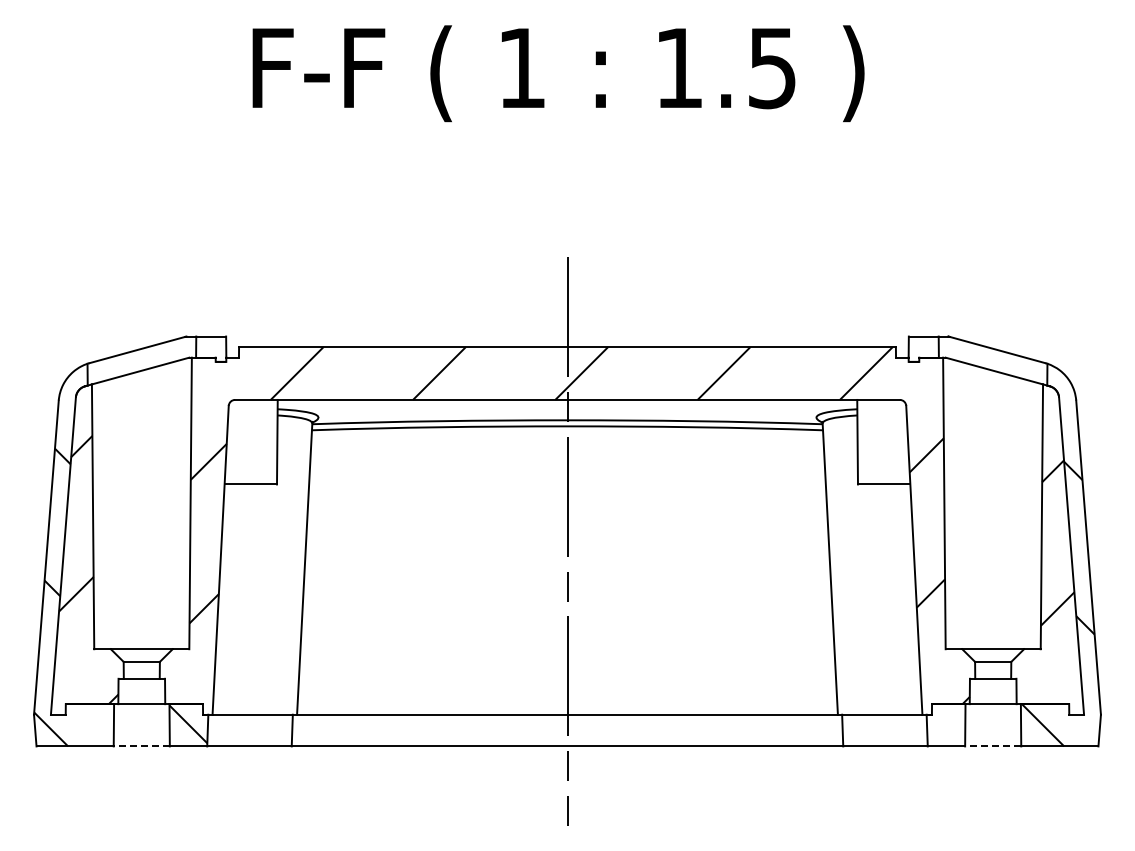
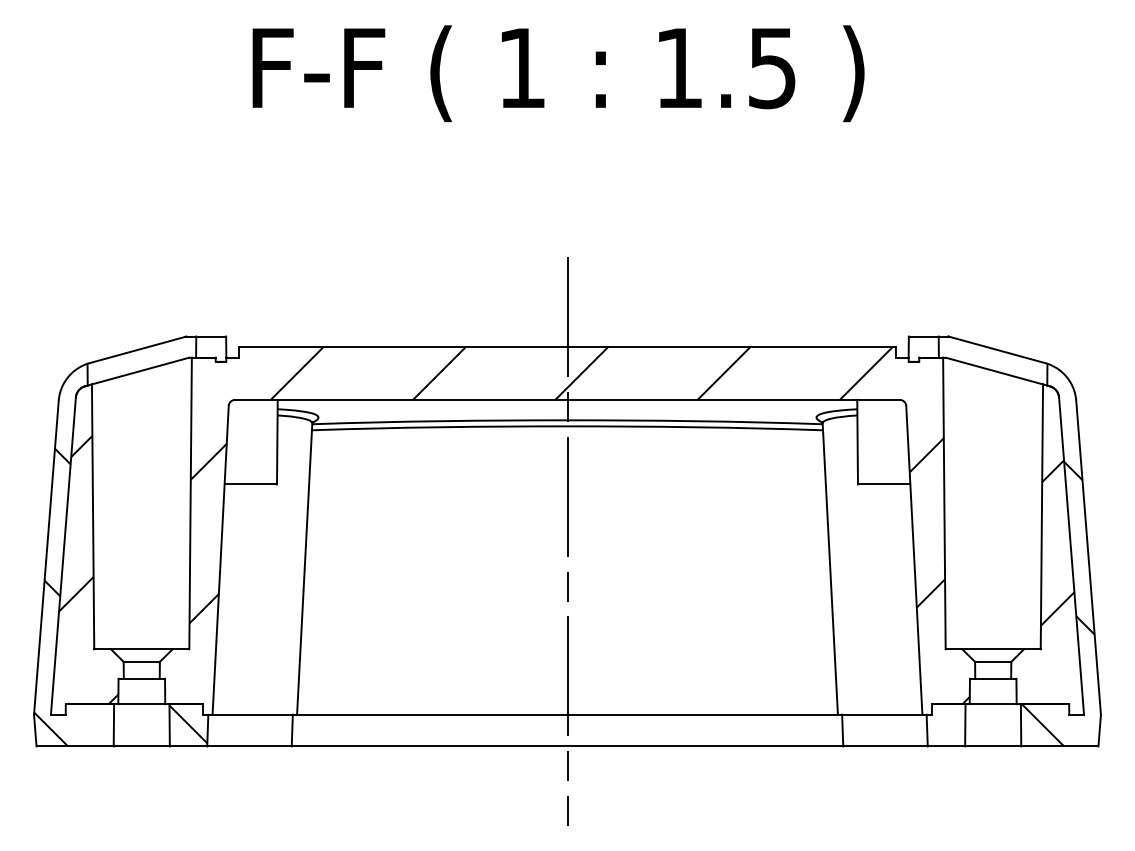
line at (141, 746): dashed -> solid
line at (992, 746): dashed -> solid
